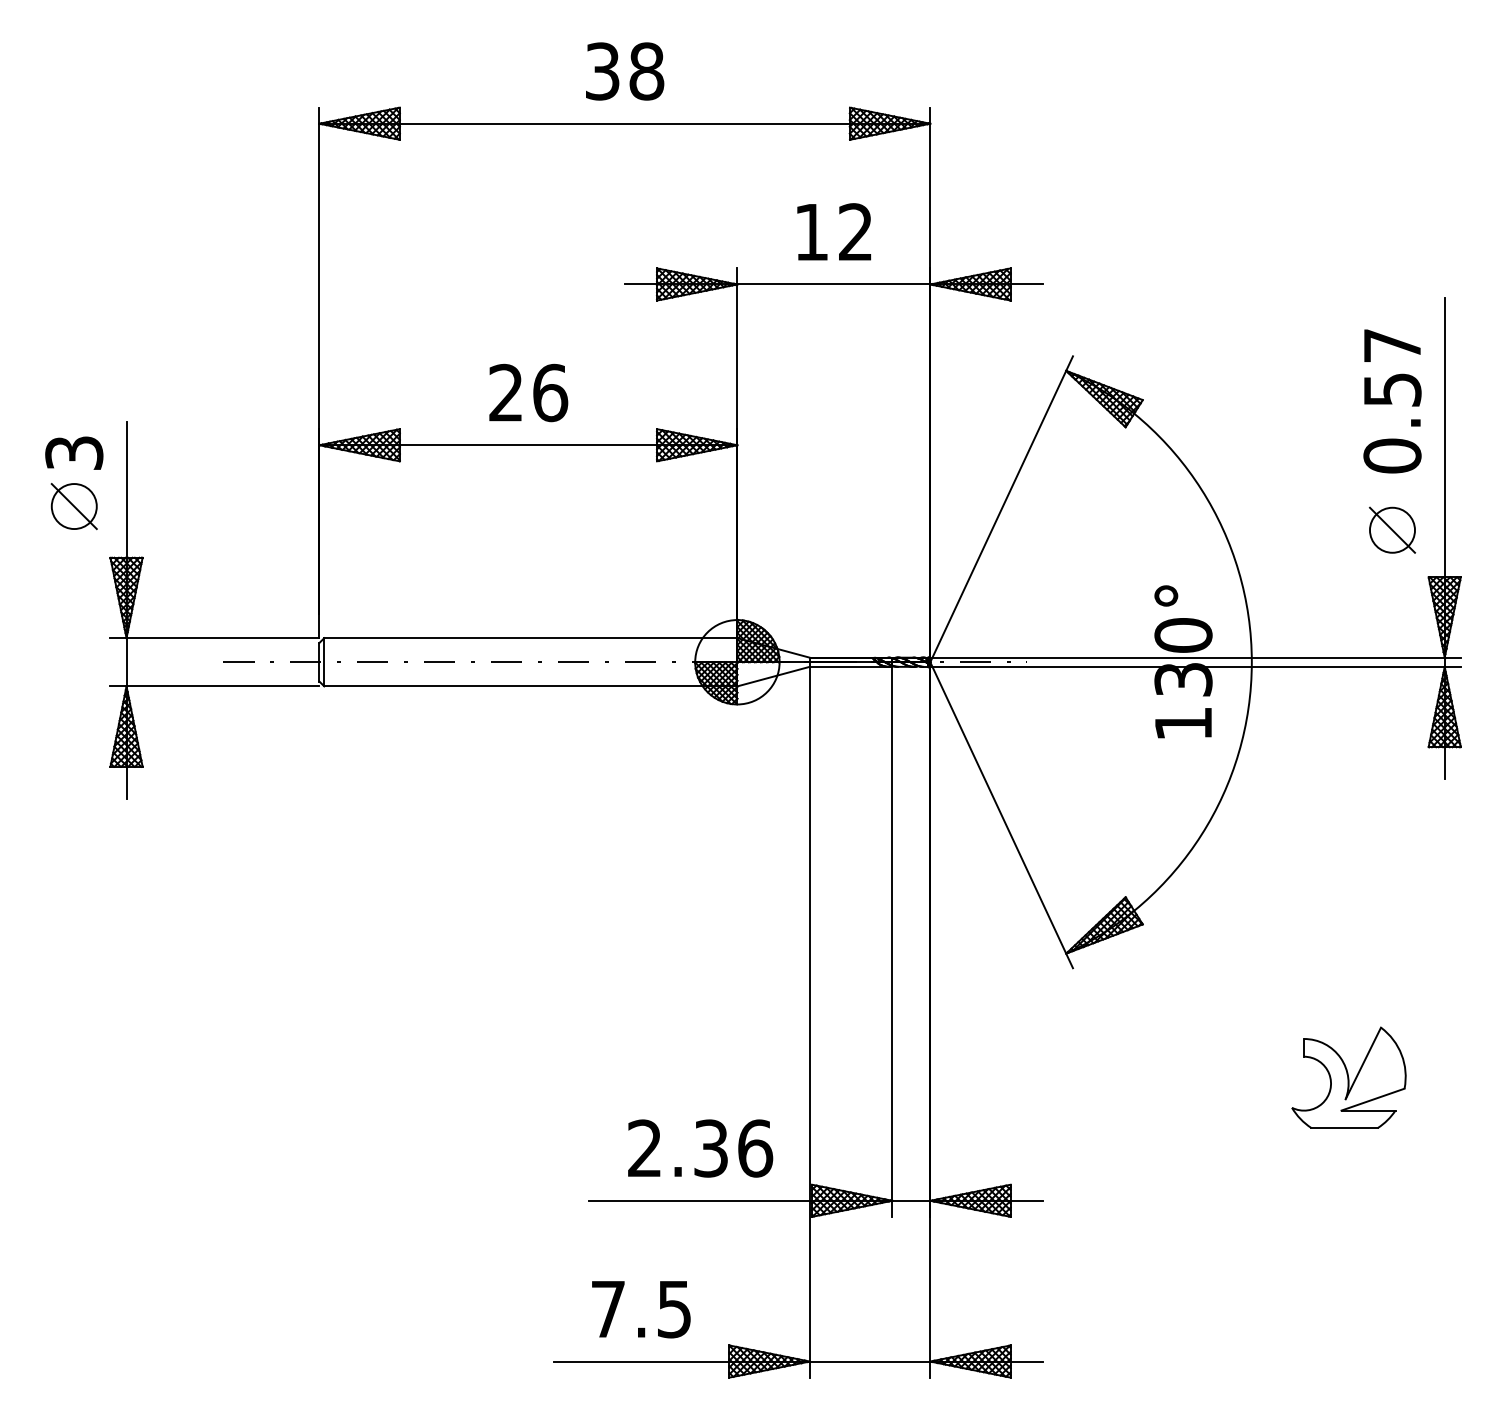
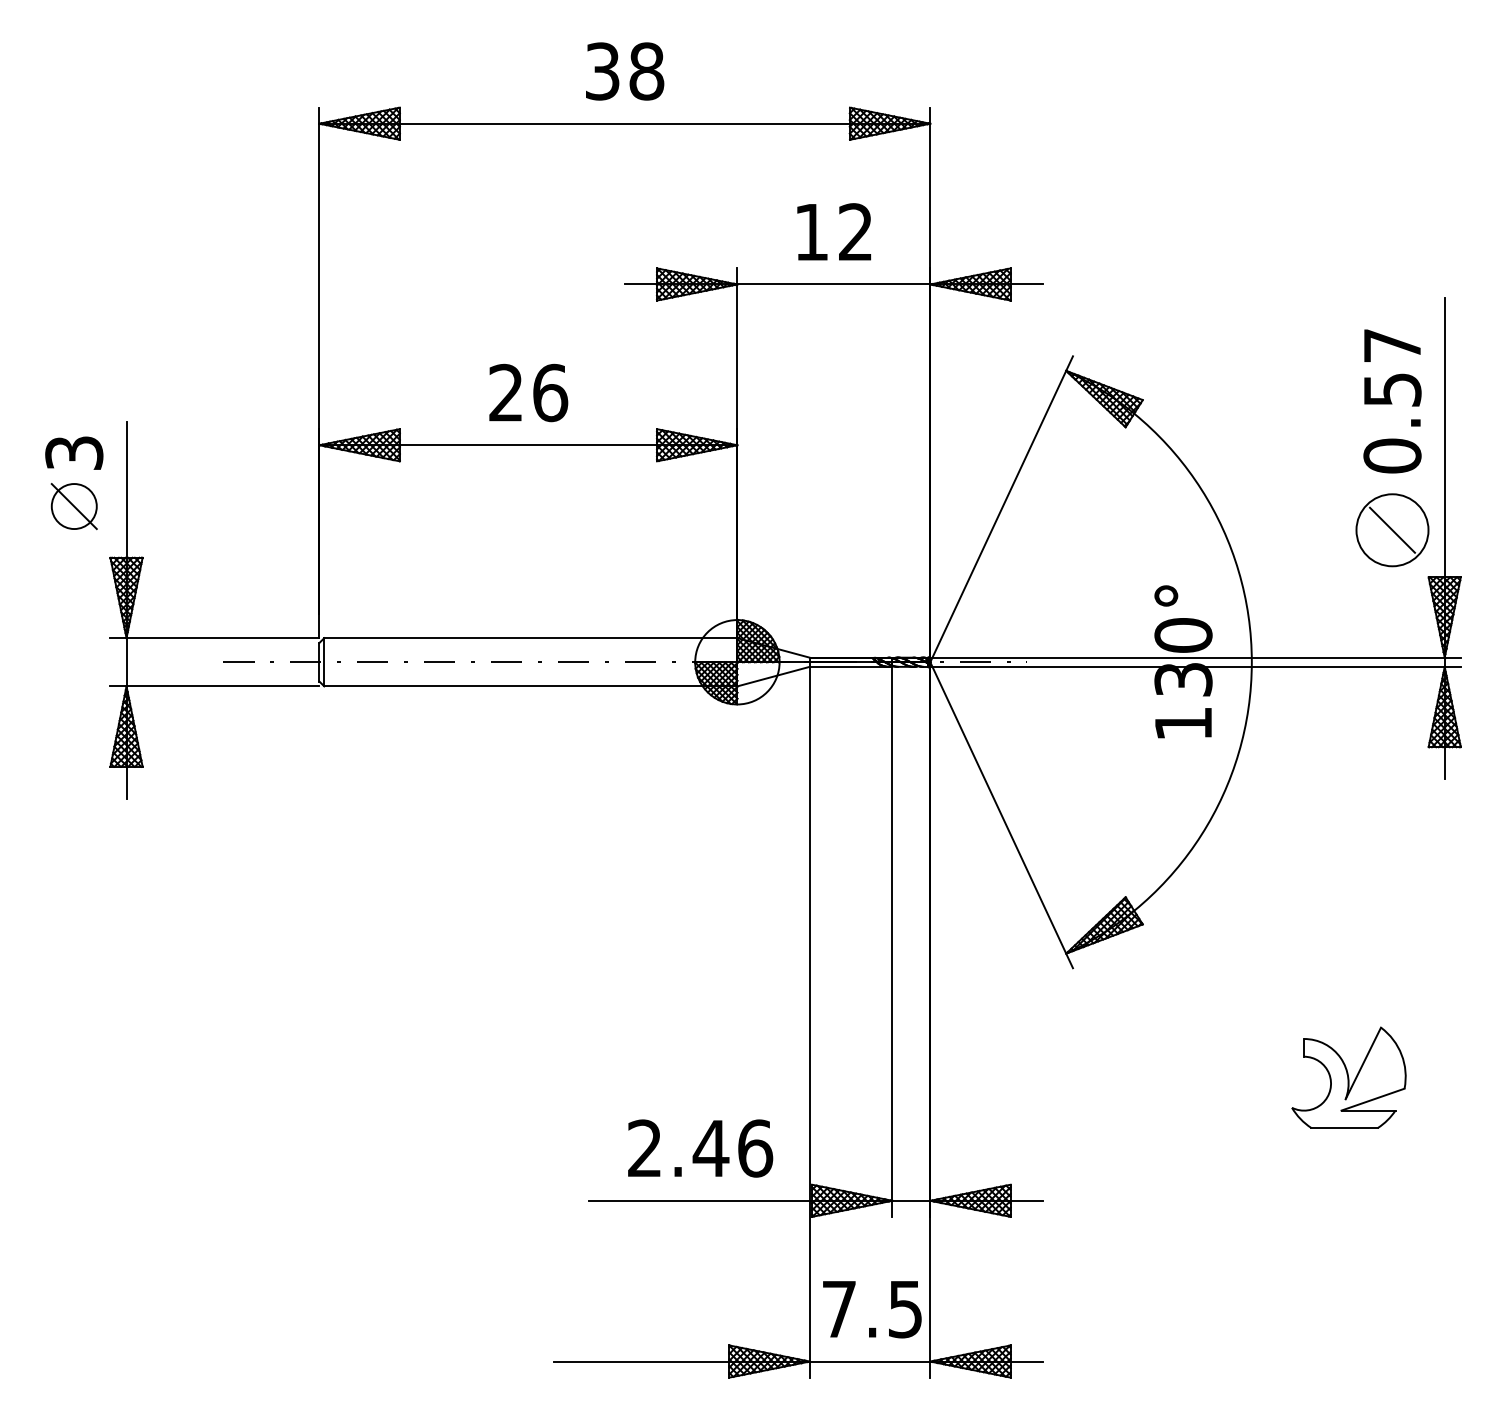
circle at (1392, 529) diameter: 45 px -> 72 px
text at (710, 1148): 2.36 -> 2.46
text at (641, 1309) position: (641, 1309) -> (872, 1309)
